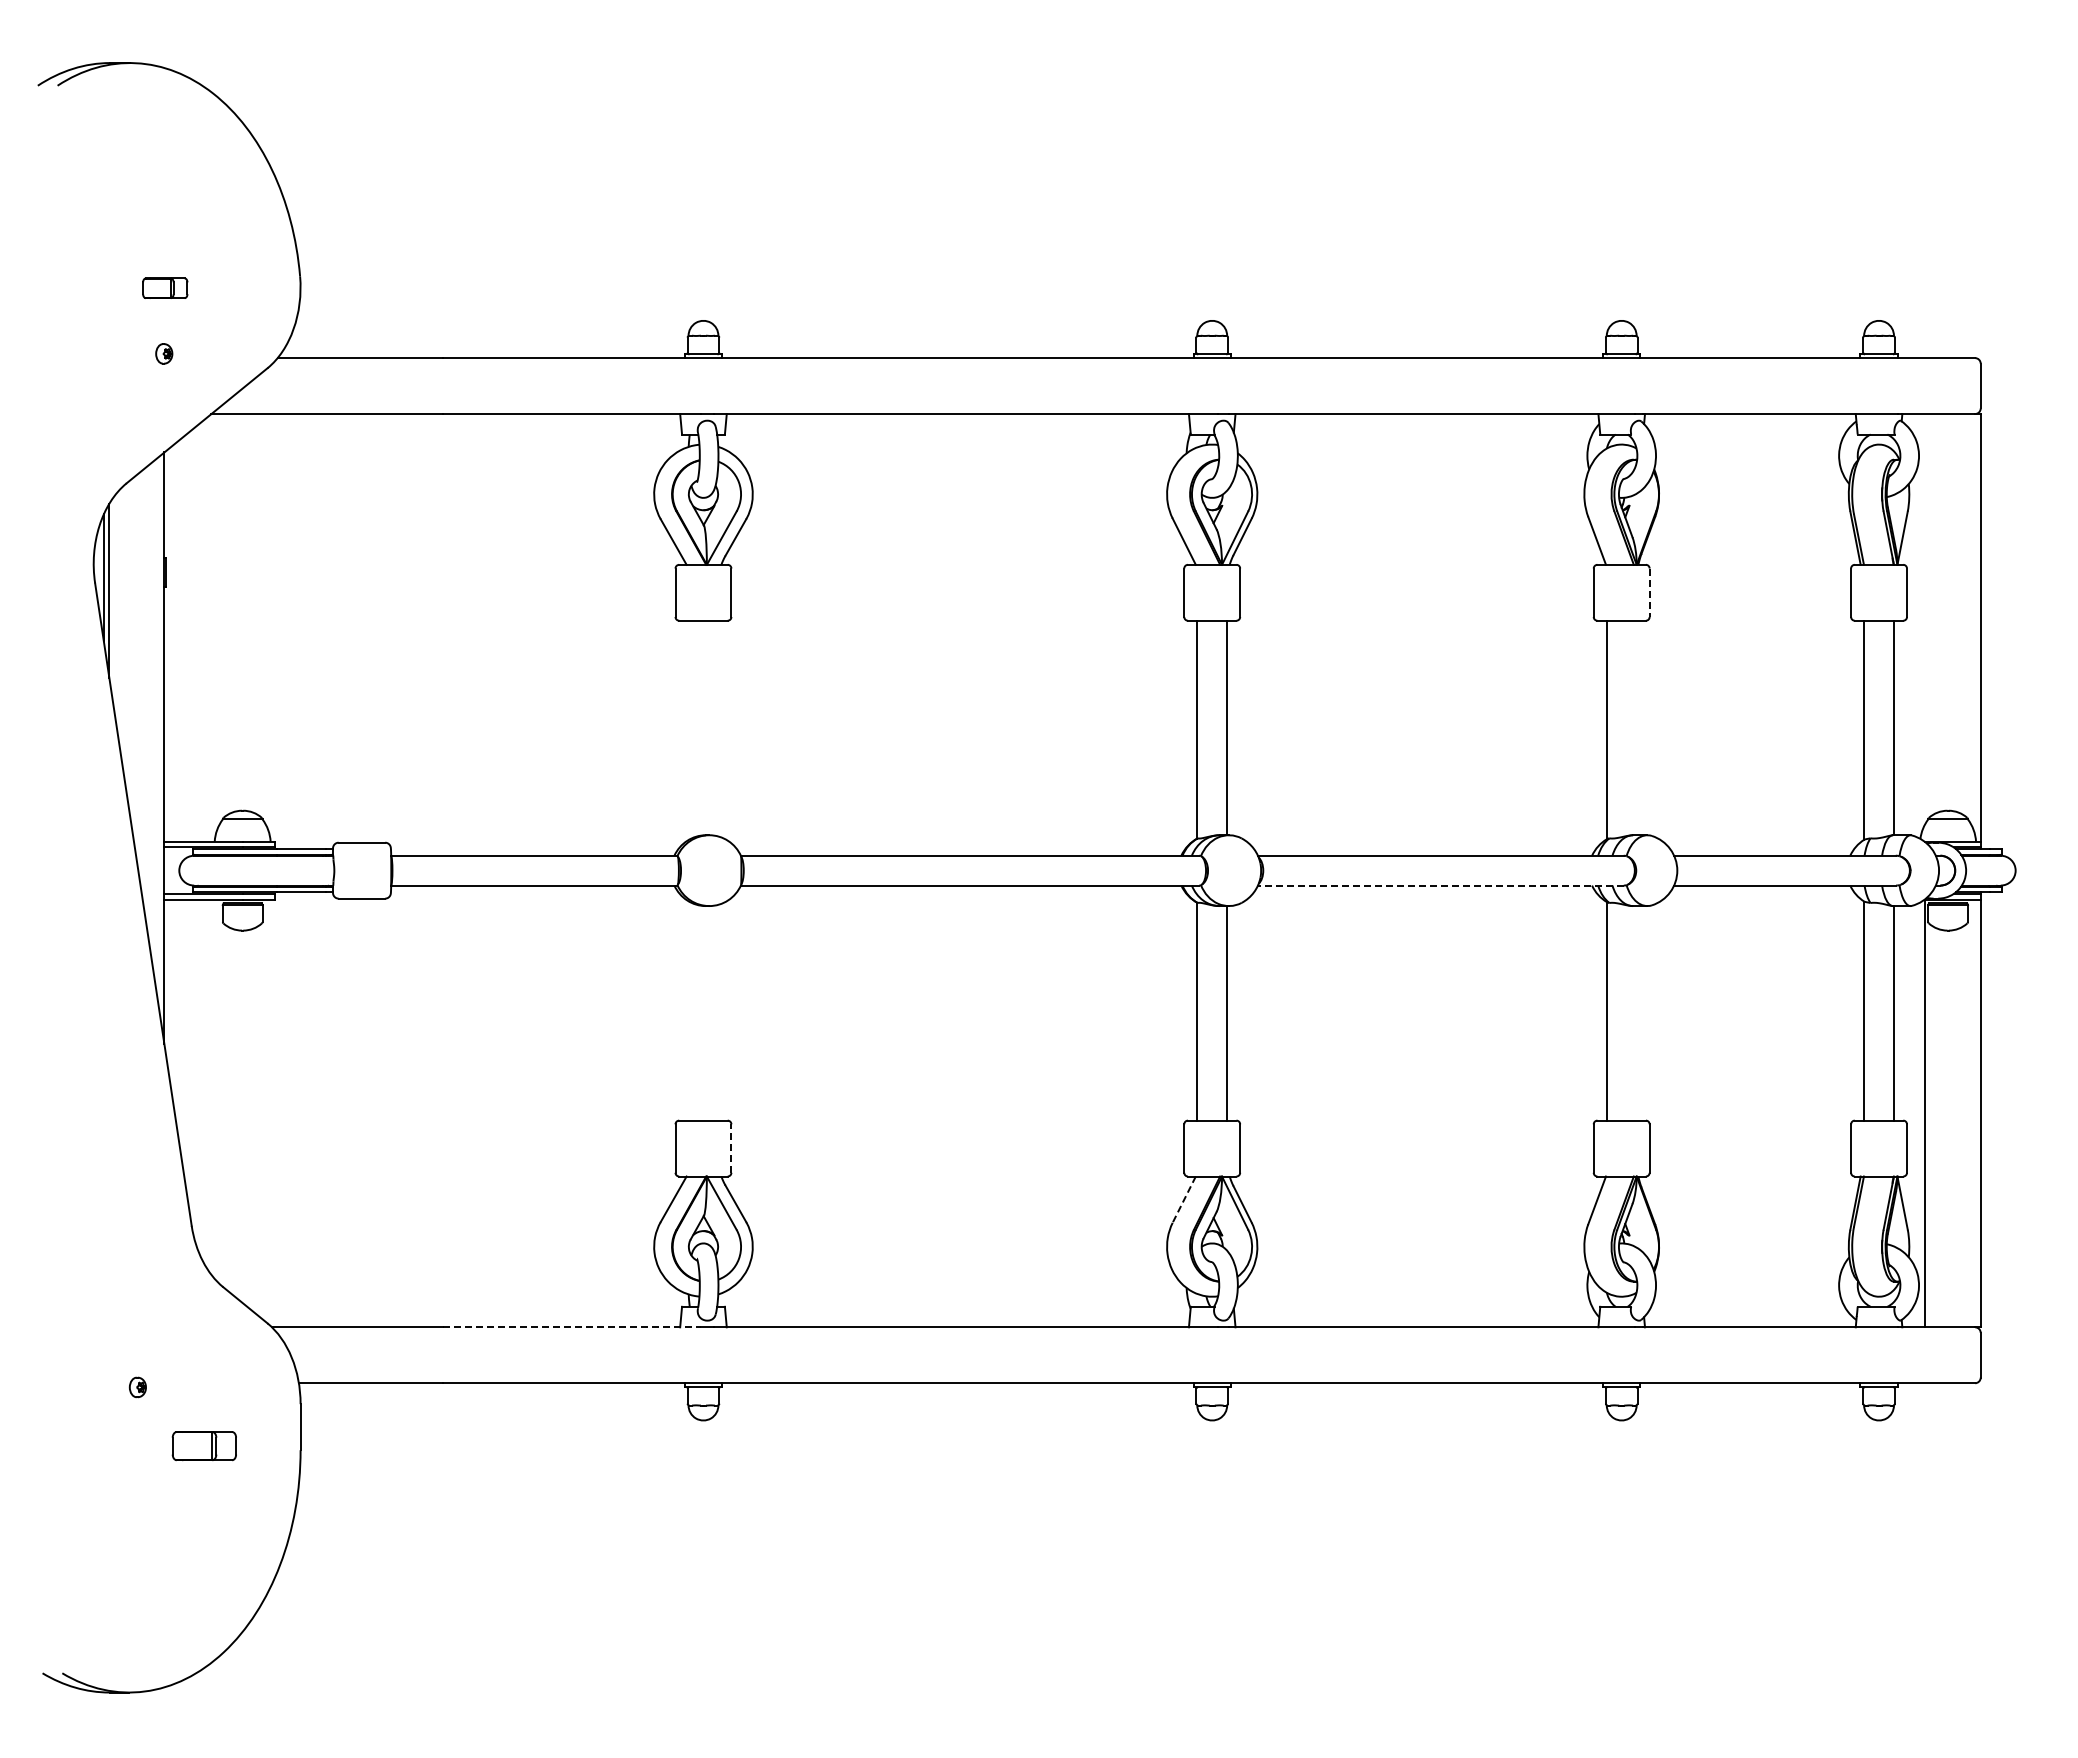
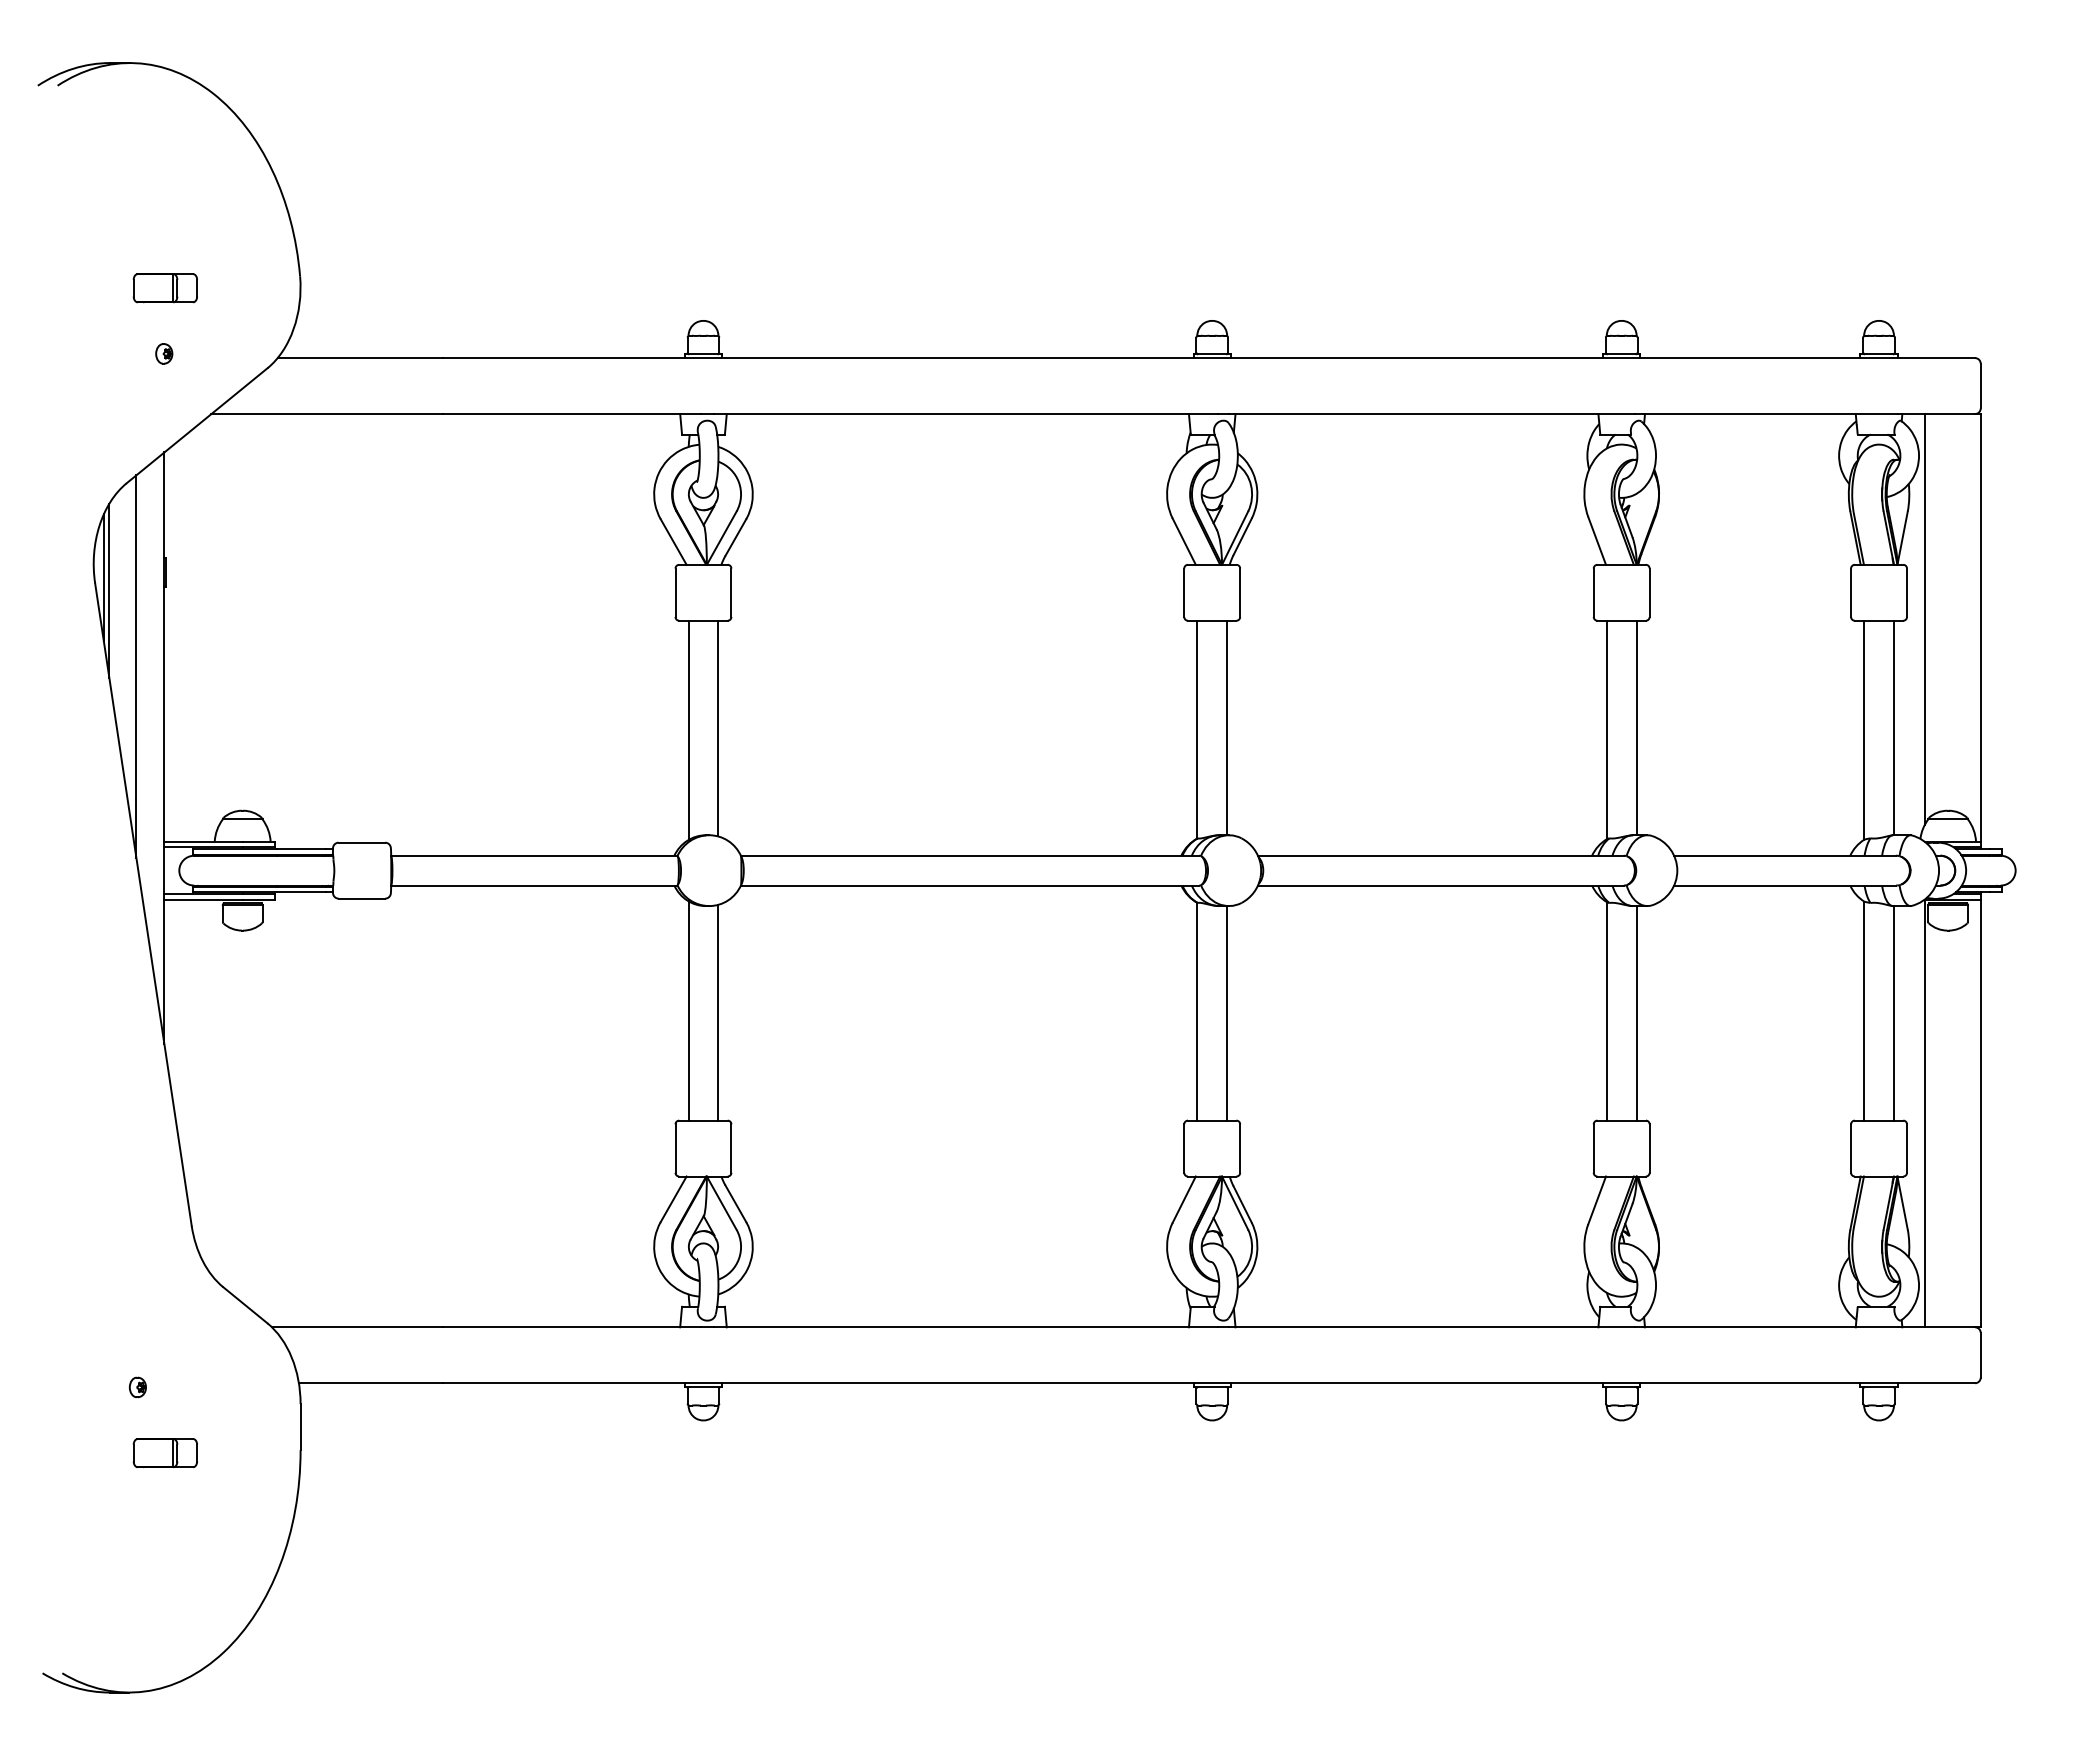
part at (165, 287) size: 47x22 px -> 66x31 px
line at (1649, 593): dashed -> solid
line at (1924, 619): none -> present
line at (136, 666): none -> present
line at (1636, 727): none -> present
line at (718, 728): none -> present
line at (688, 730): none -> present
line at (1440, 885): dashed -> solid
line at (688, 1010): none -> present
line at (718, 1012): none -> present
line at (1636, 1013): none -> present
line at (731, 1148): dashed -> solid
line at (1184, 1199): dashed -> solid
line at (571, 1327): dashed -> solid
part at (203, 1446) position: (203, 1446) -> (164, 1453)
